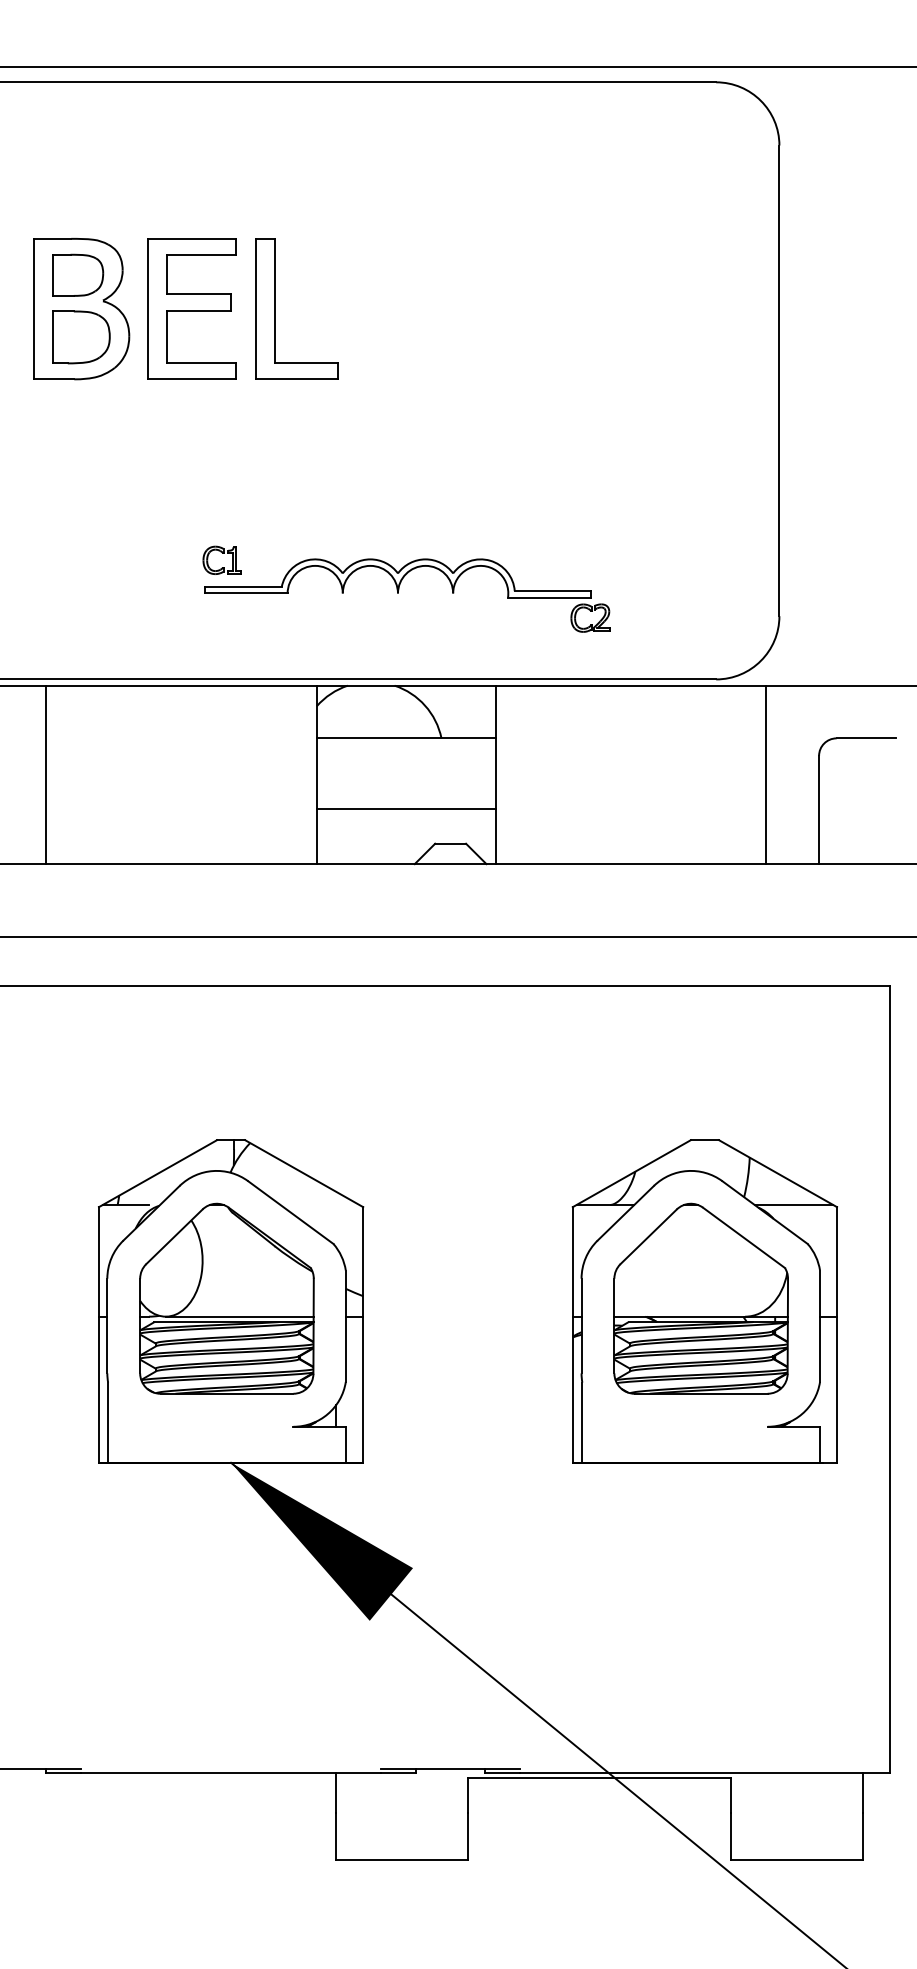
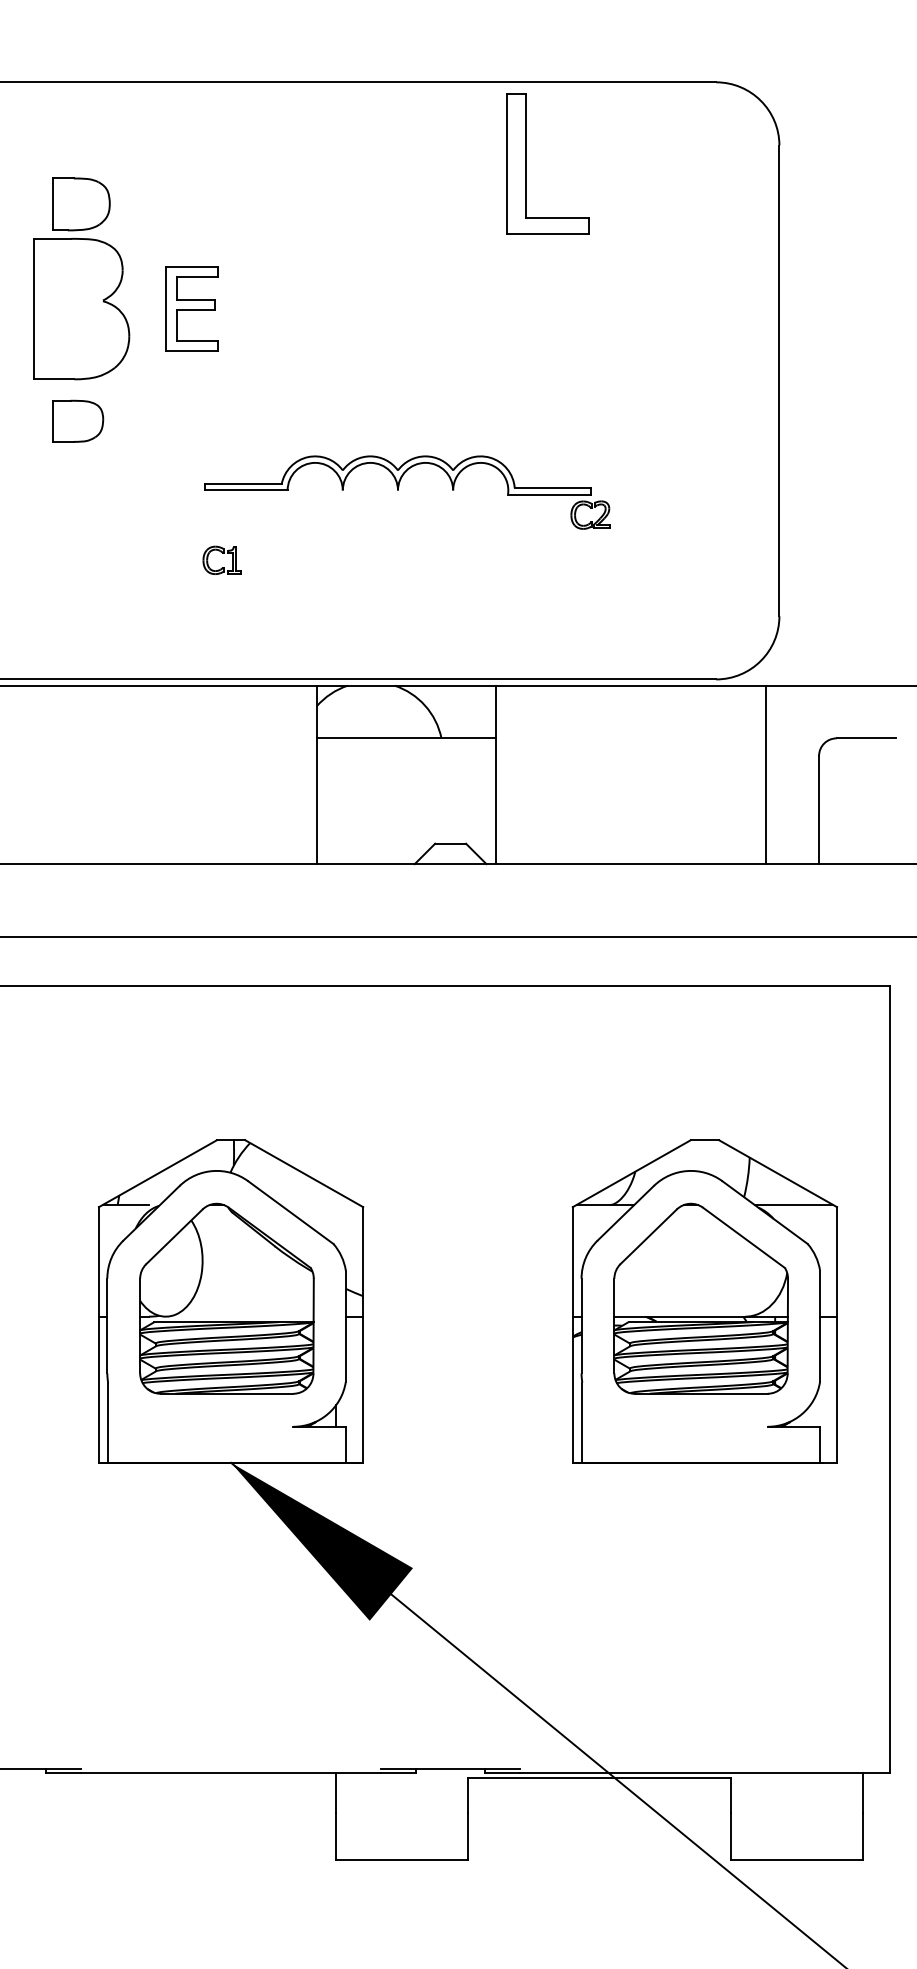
line at (457, 67): present -> none
part at (78, 274) position: (78, 274) -> (78, 420)
part at (191, 308) size: 90x142 px -> 54x86 px
part at (275, 308) position: (275, 308) -> (526, 163)
part at (81, 337) position: (81, 337) -> (81, 204)
part at (398, 593) position: (398, 593) -> (398, 490)
line at (46, 774): present -> none
line at (405, 808): present -> none
line at (239, 1316): present -> none
